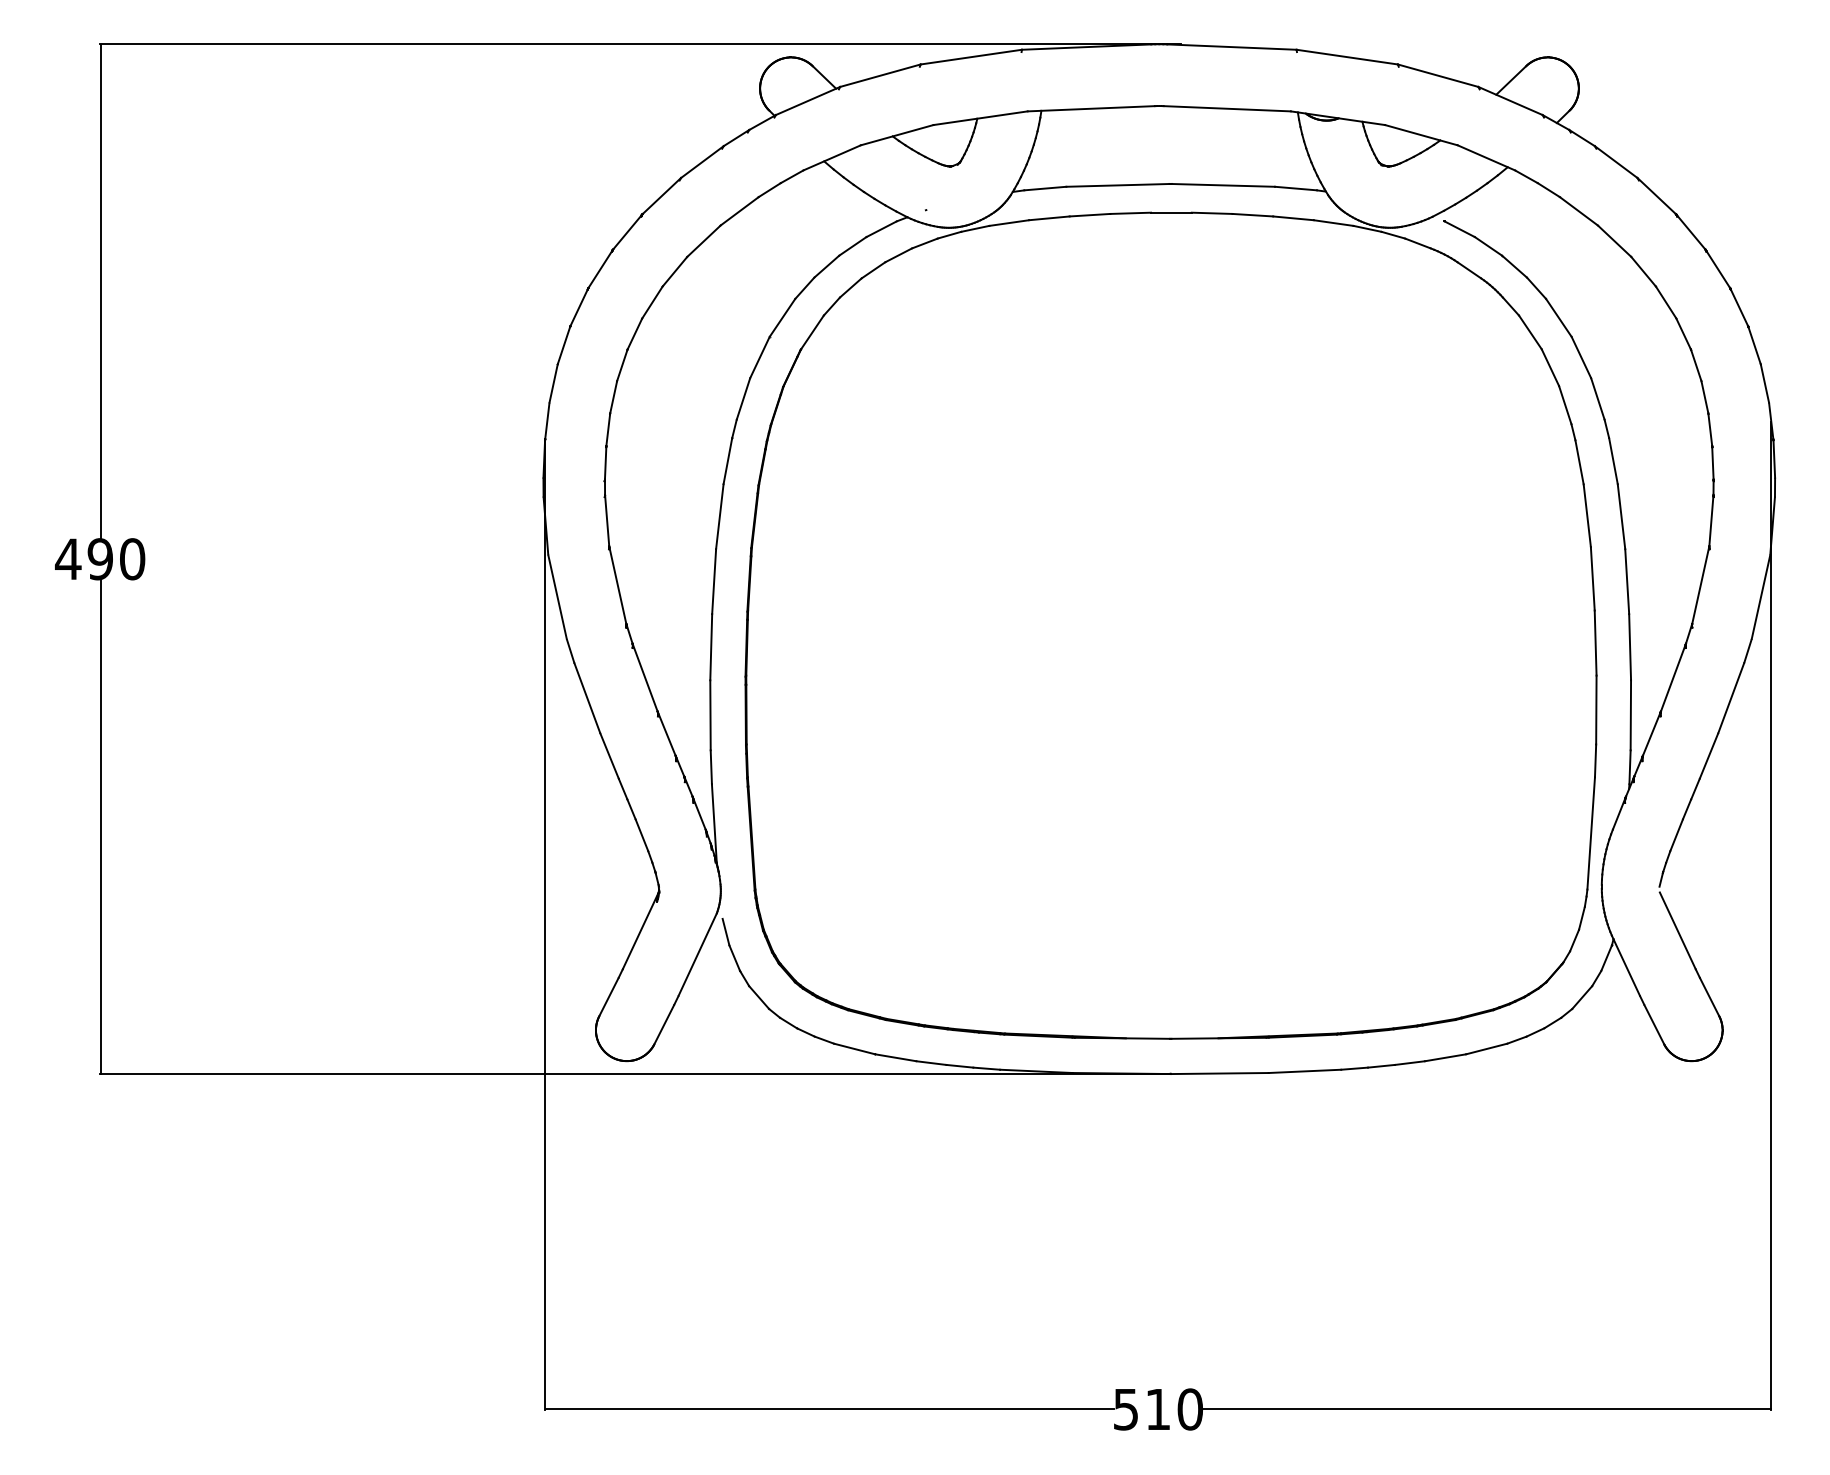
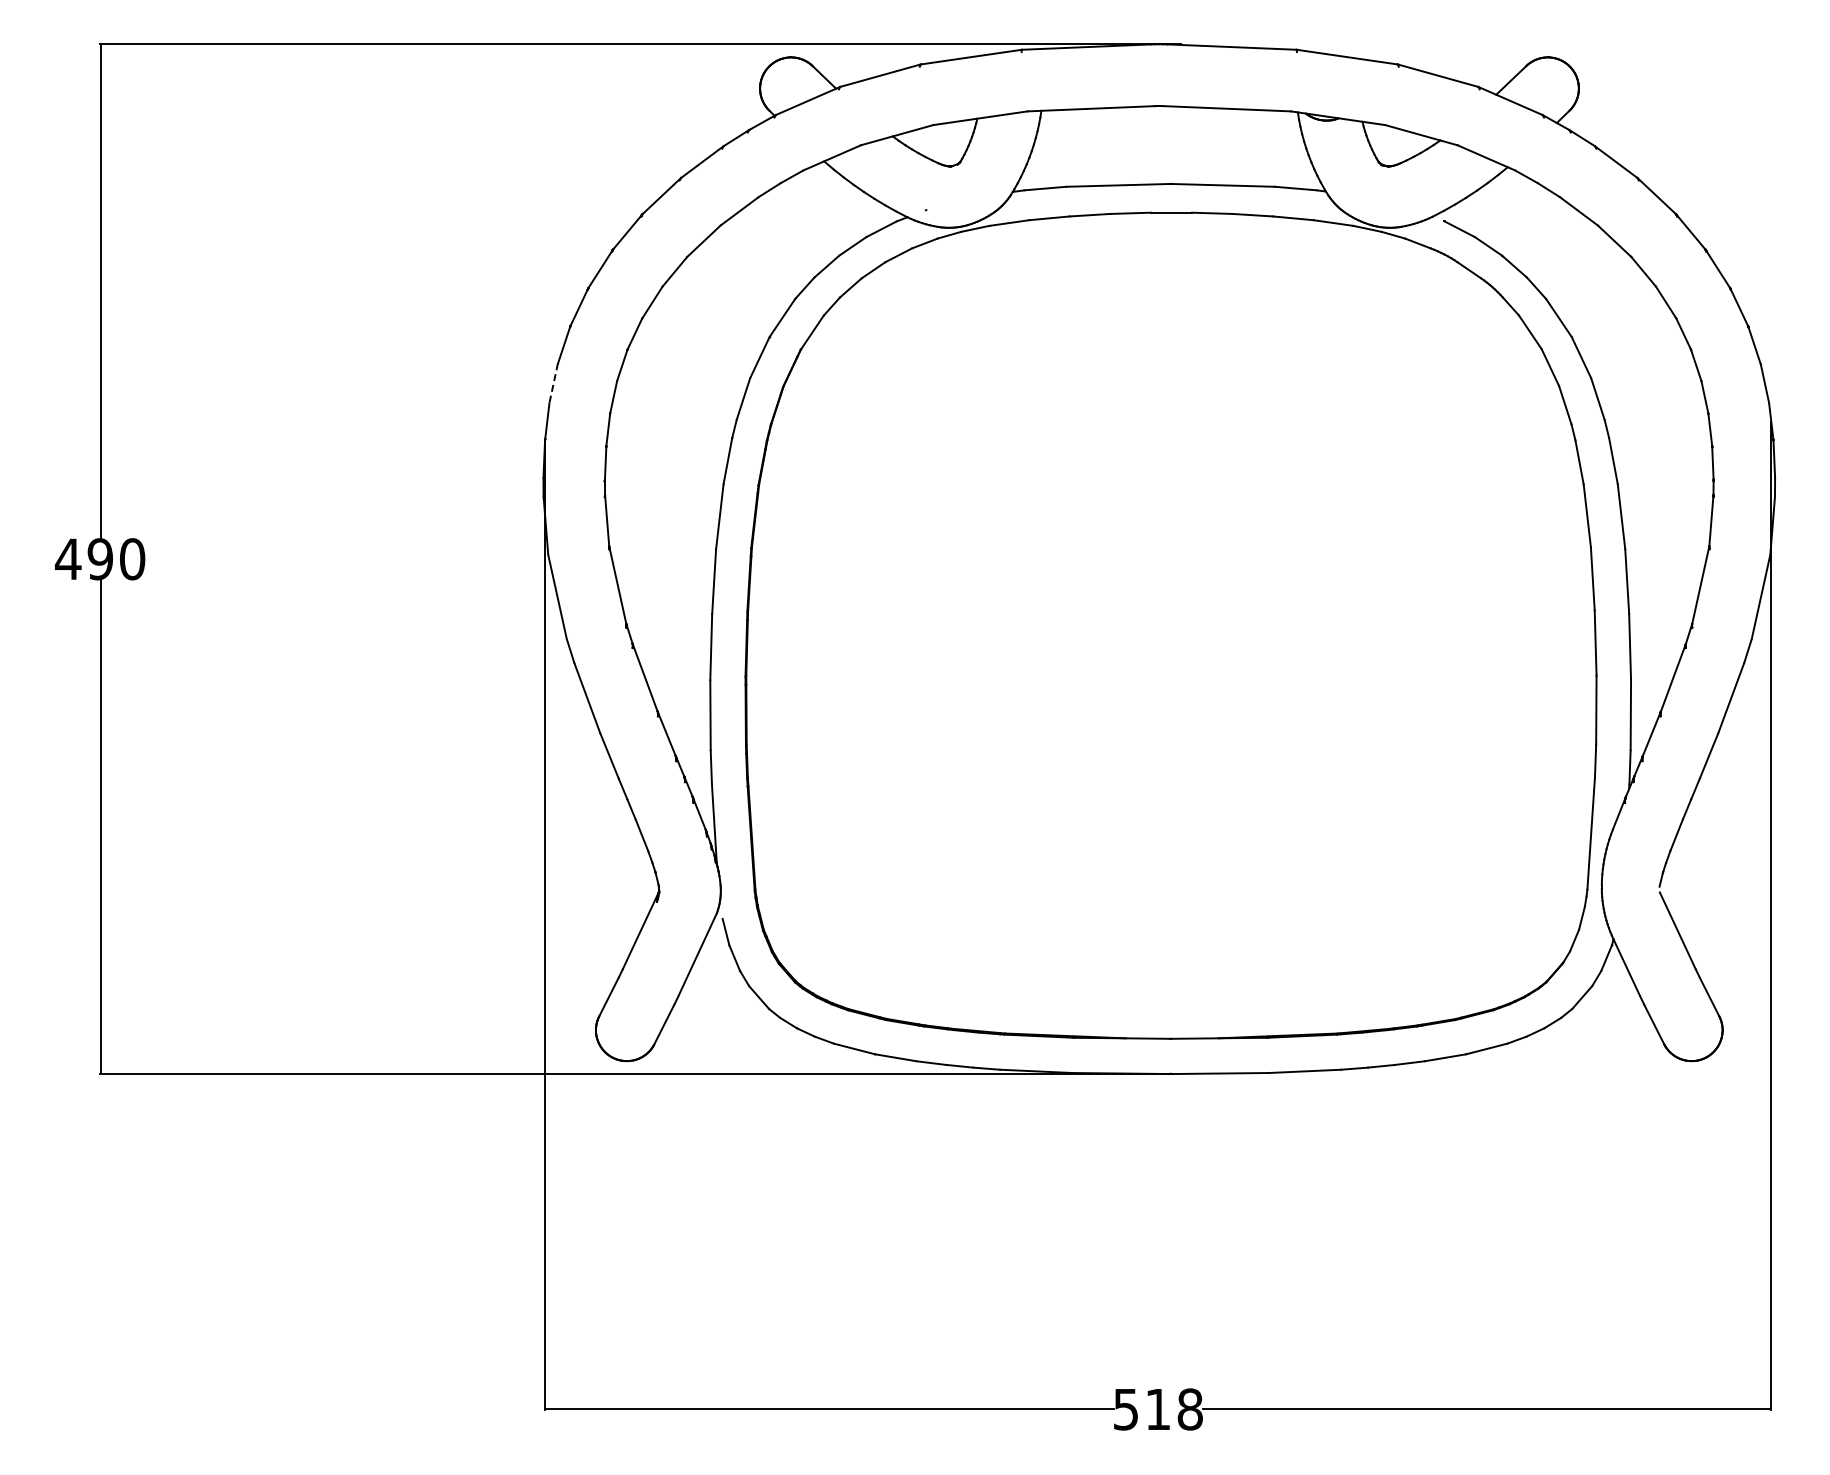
line at (553, 383): solid -> dashed
text at (1189, 1409): 510 -> 518
